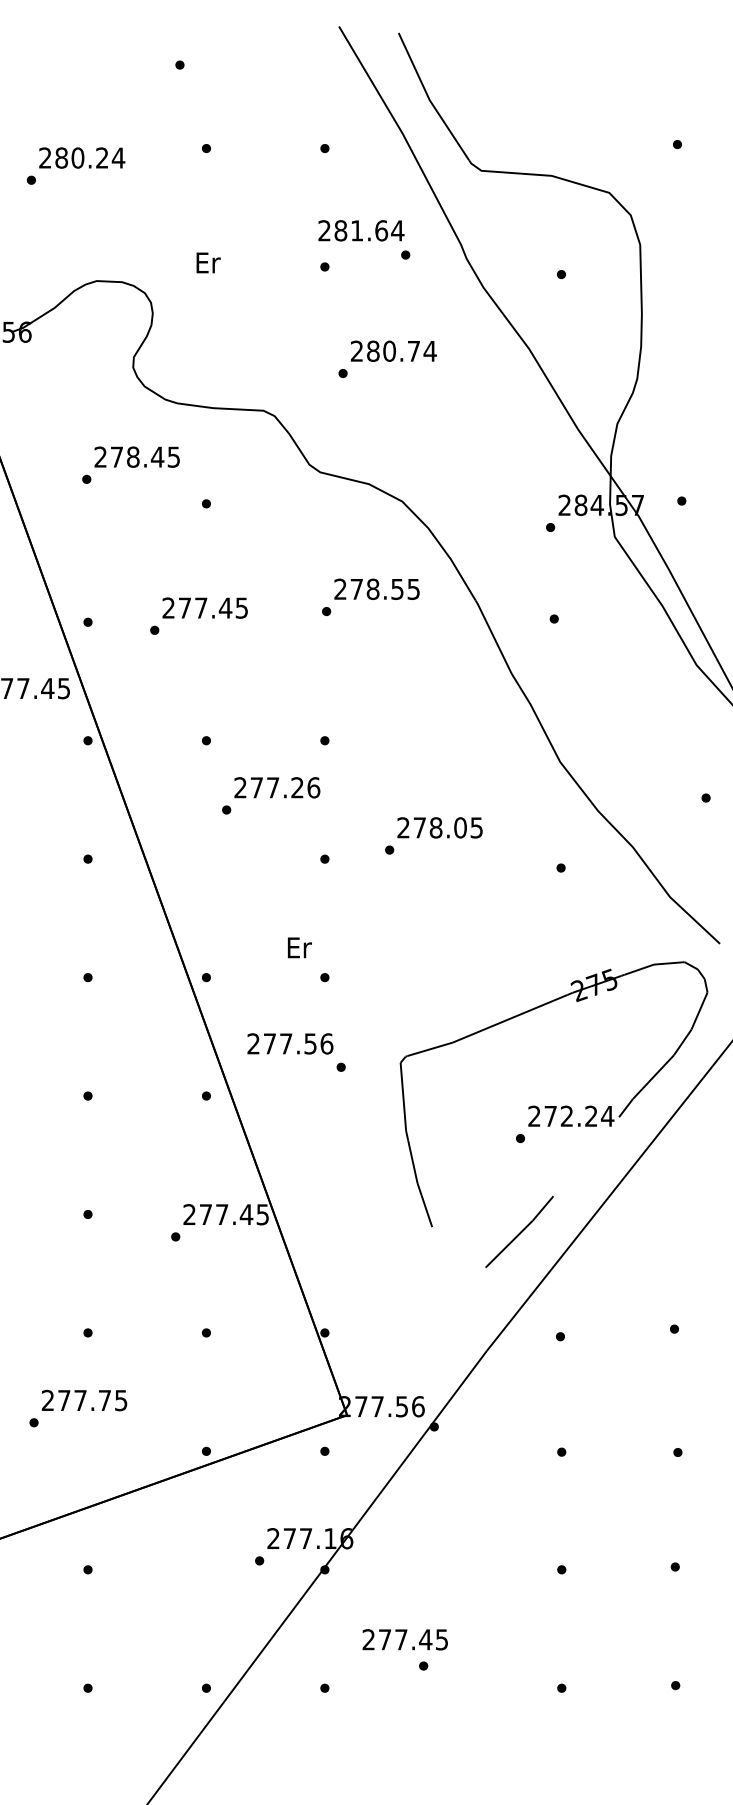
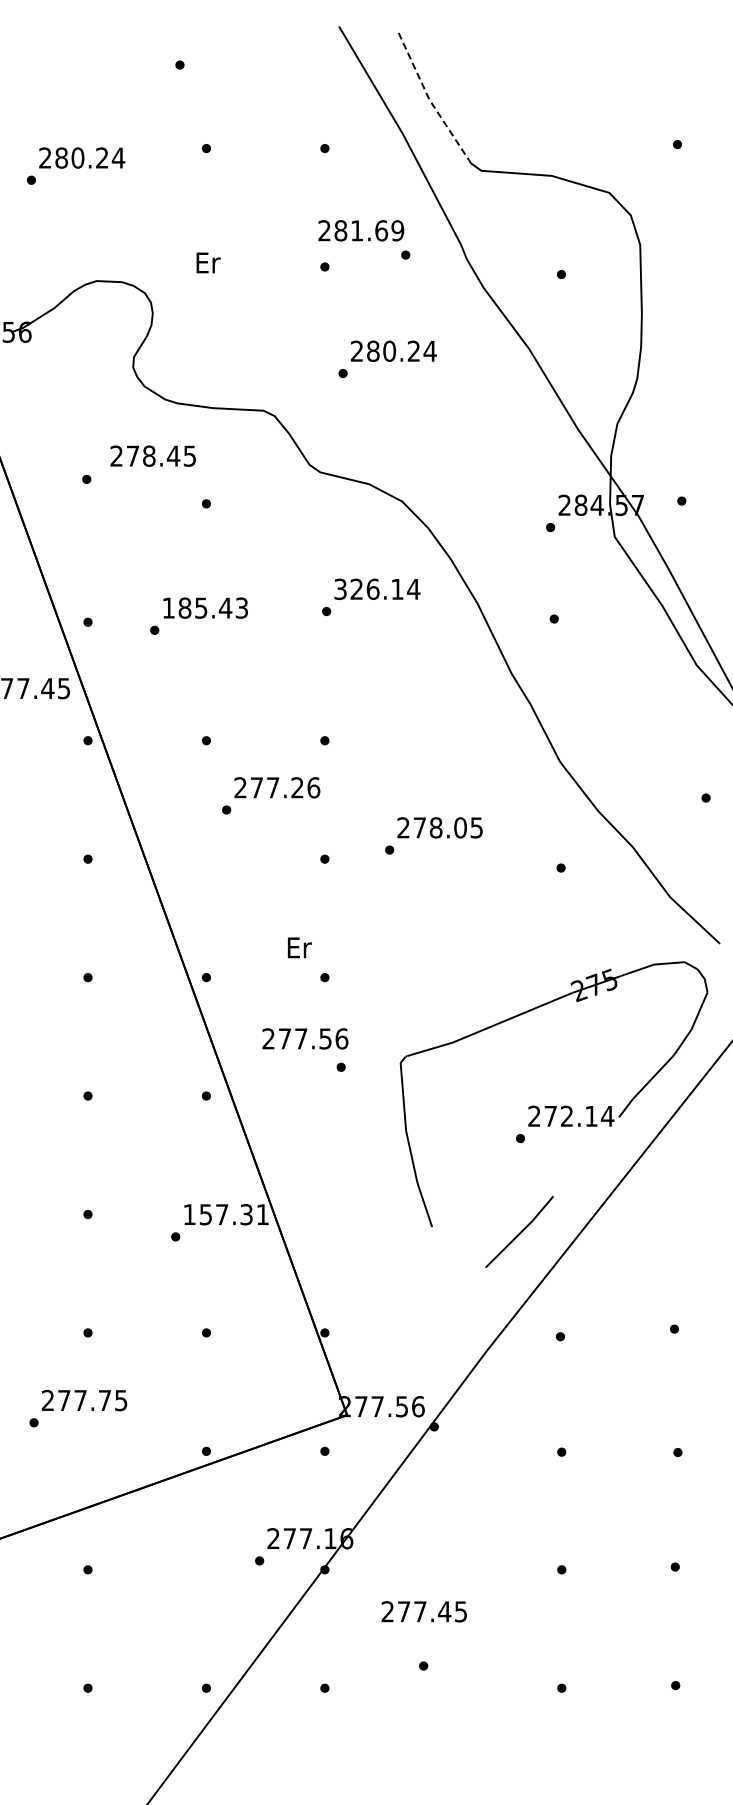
line at (429, 99): solid -> dashed
text at (397, 230): 281.64 -> 281.69
text at (413, 350): 280.74 -> 280.24
text at (136, 456) position: (136, 456) -> (152, 455)
text at (377, 588): 278.55 -> 326.14
text at (204, 607): 277.45 -> 185.43
text at (290, 1043) position: (290, 1043) -> (305, 1038)
text at (591, 1115): 272.24 -> 272.14
text at (225, 1214): 277.45 -> 157.31
text at (404, 1639) position: (404, 1639) -> (423, 1611)
